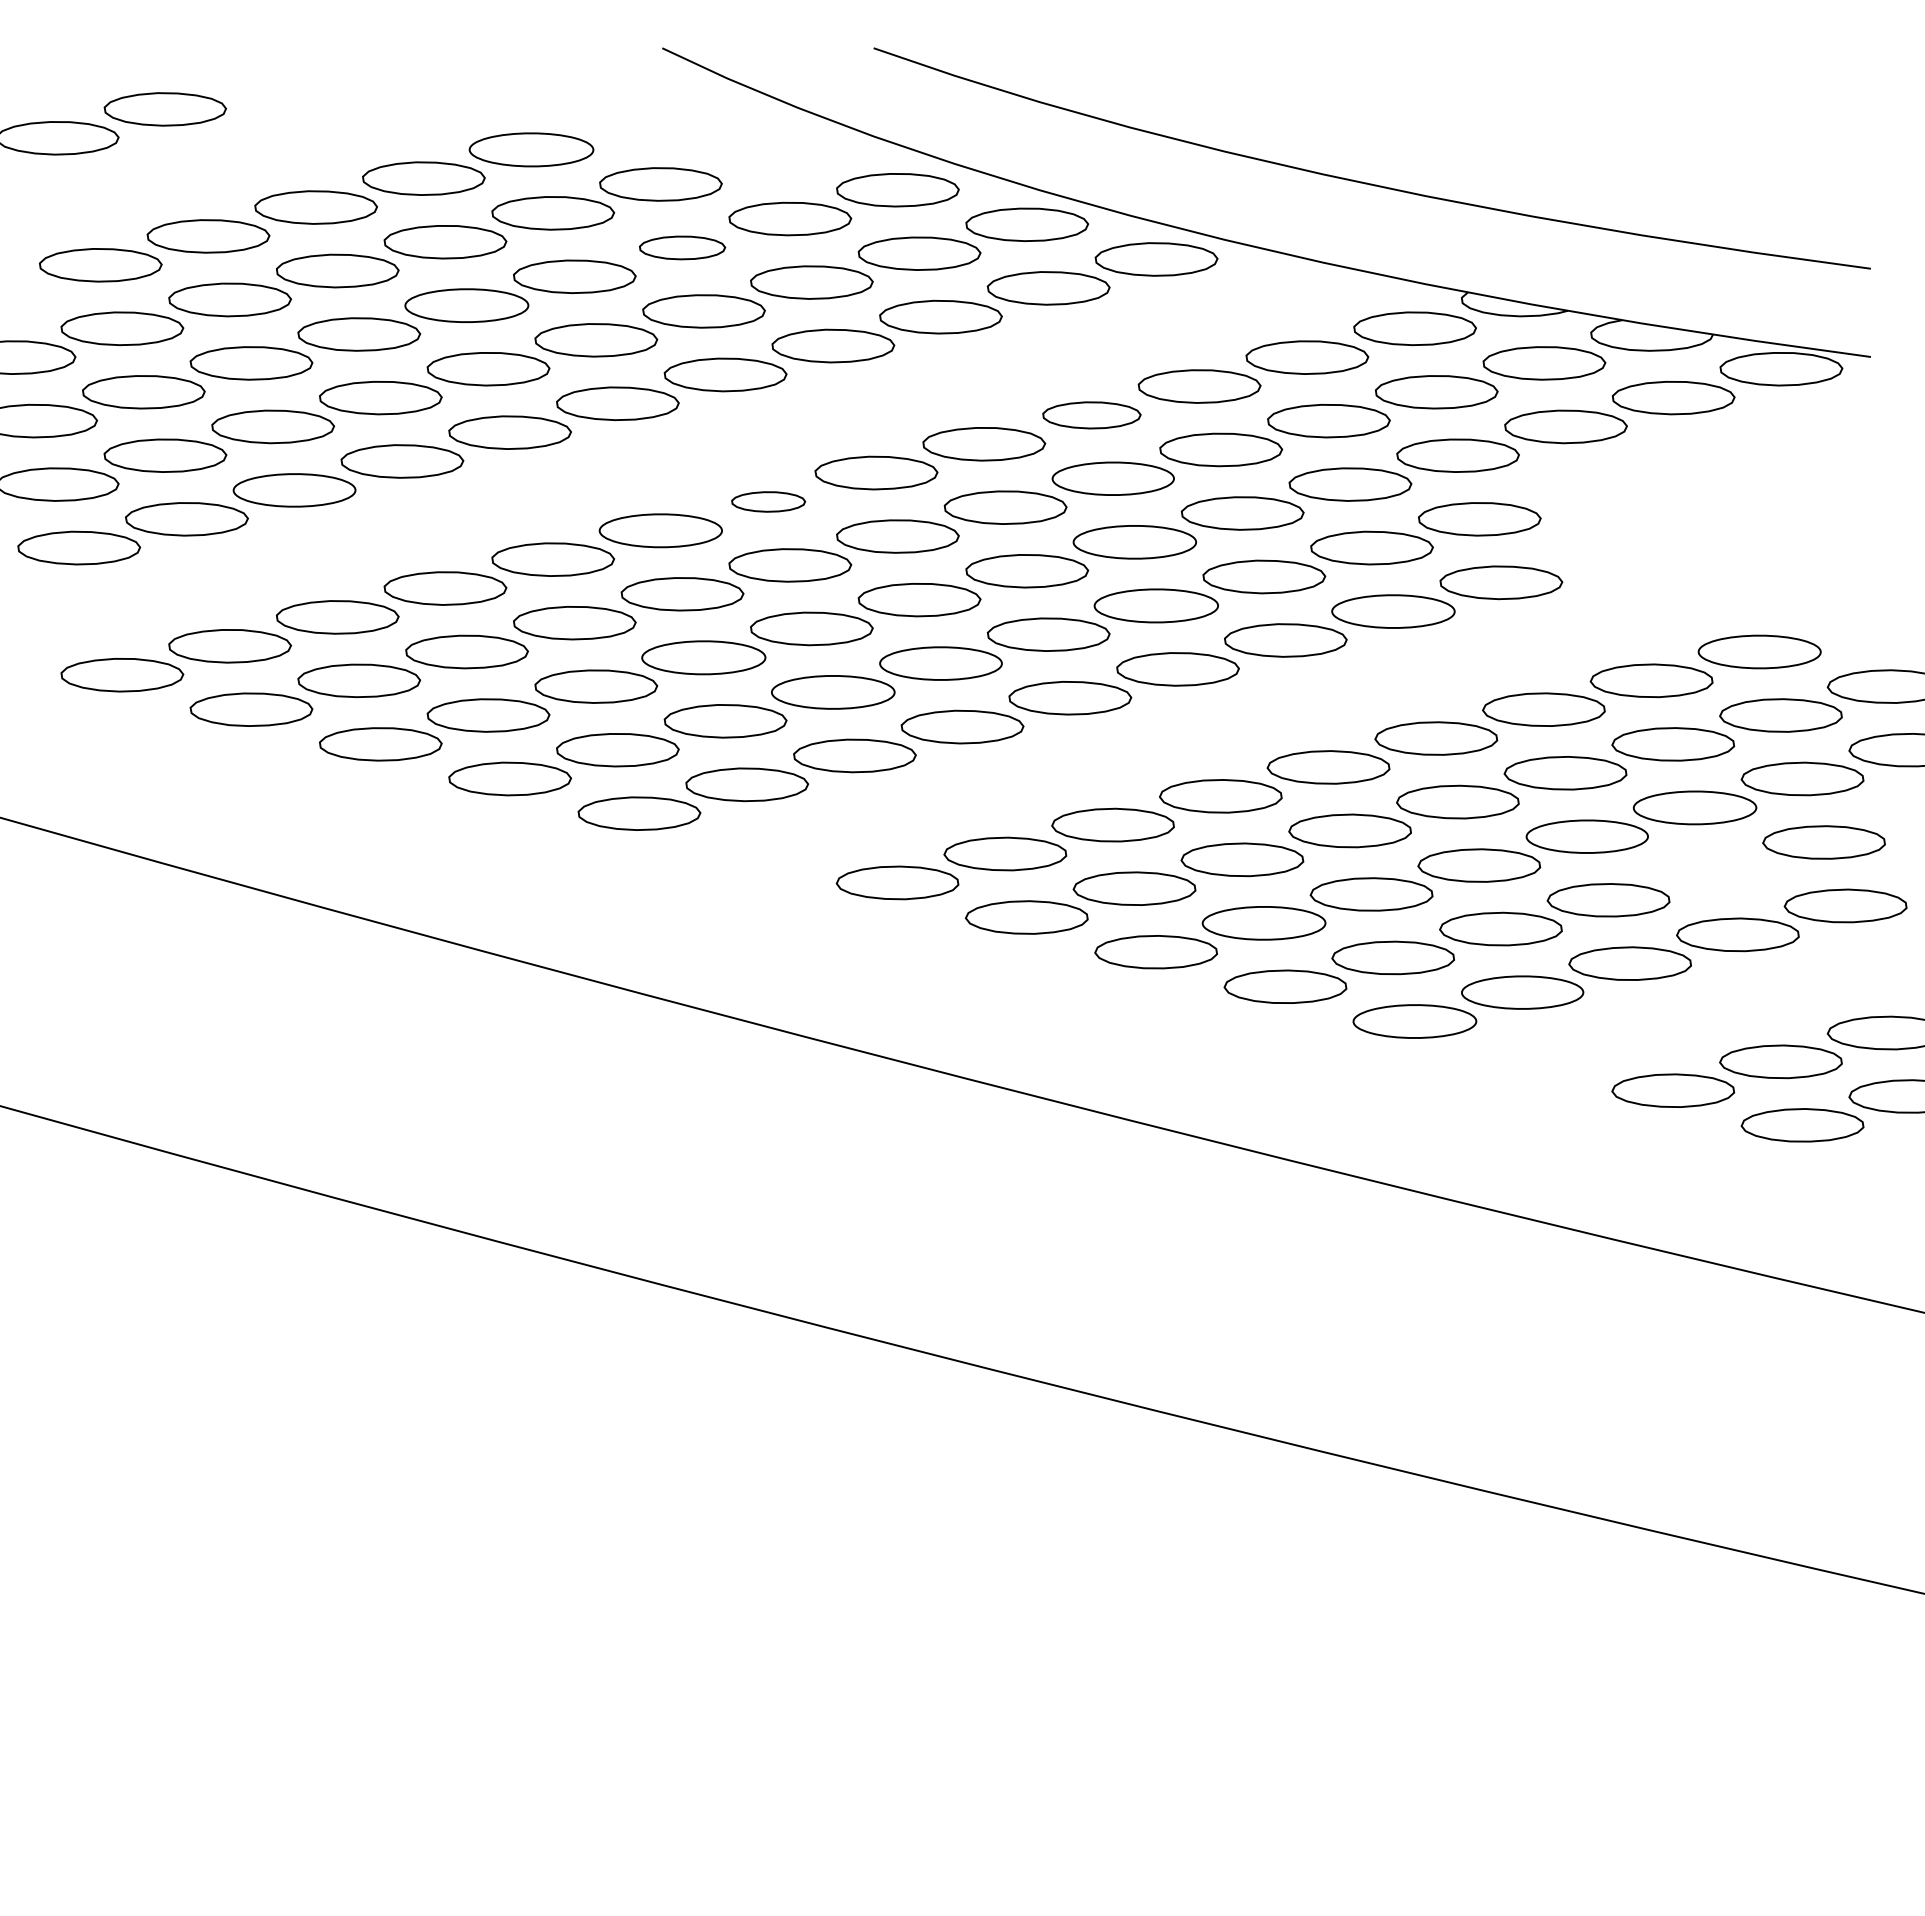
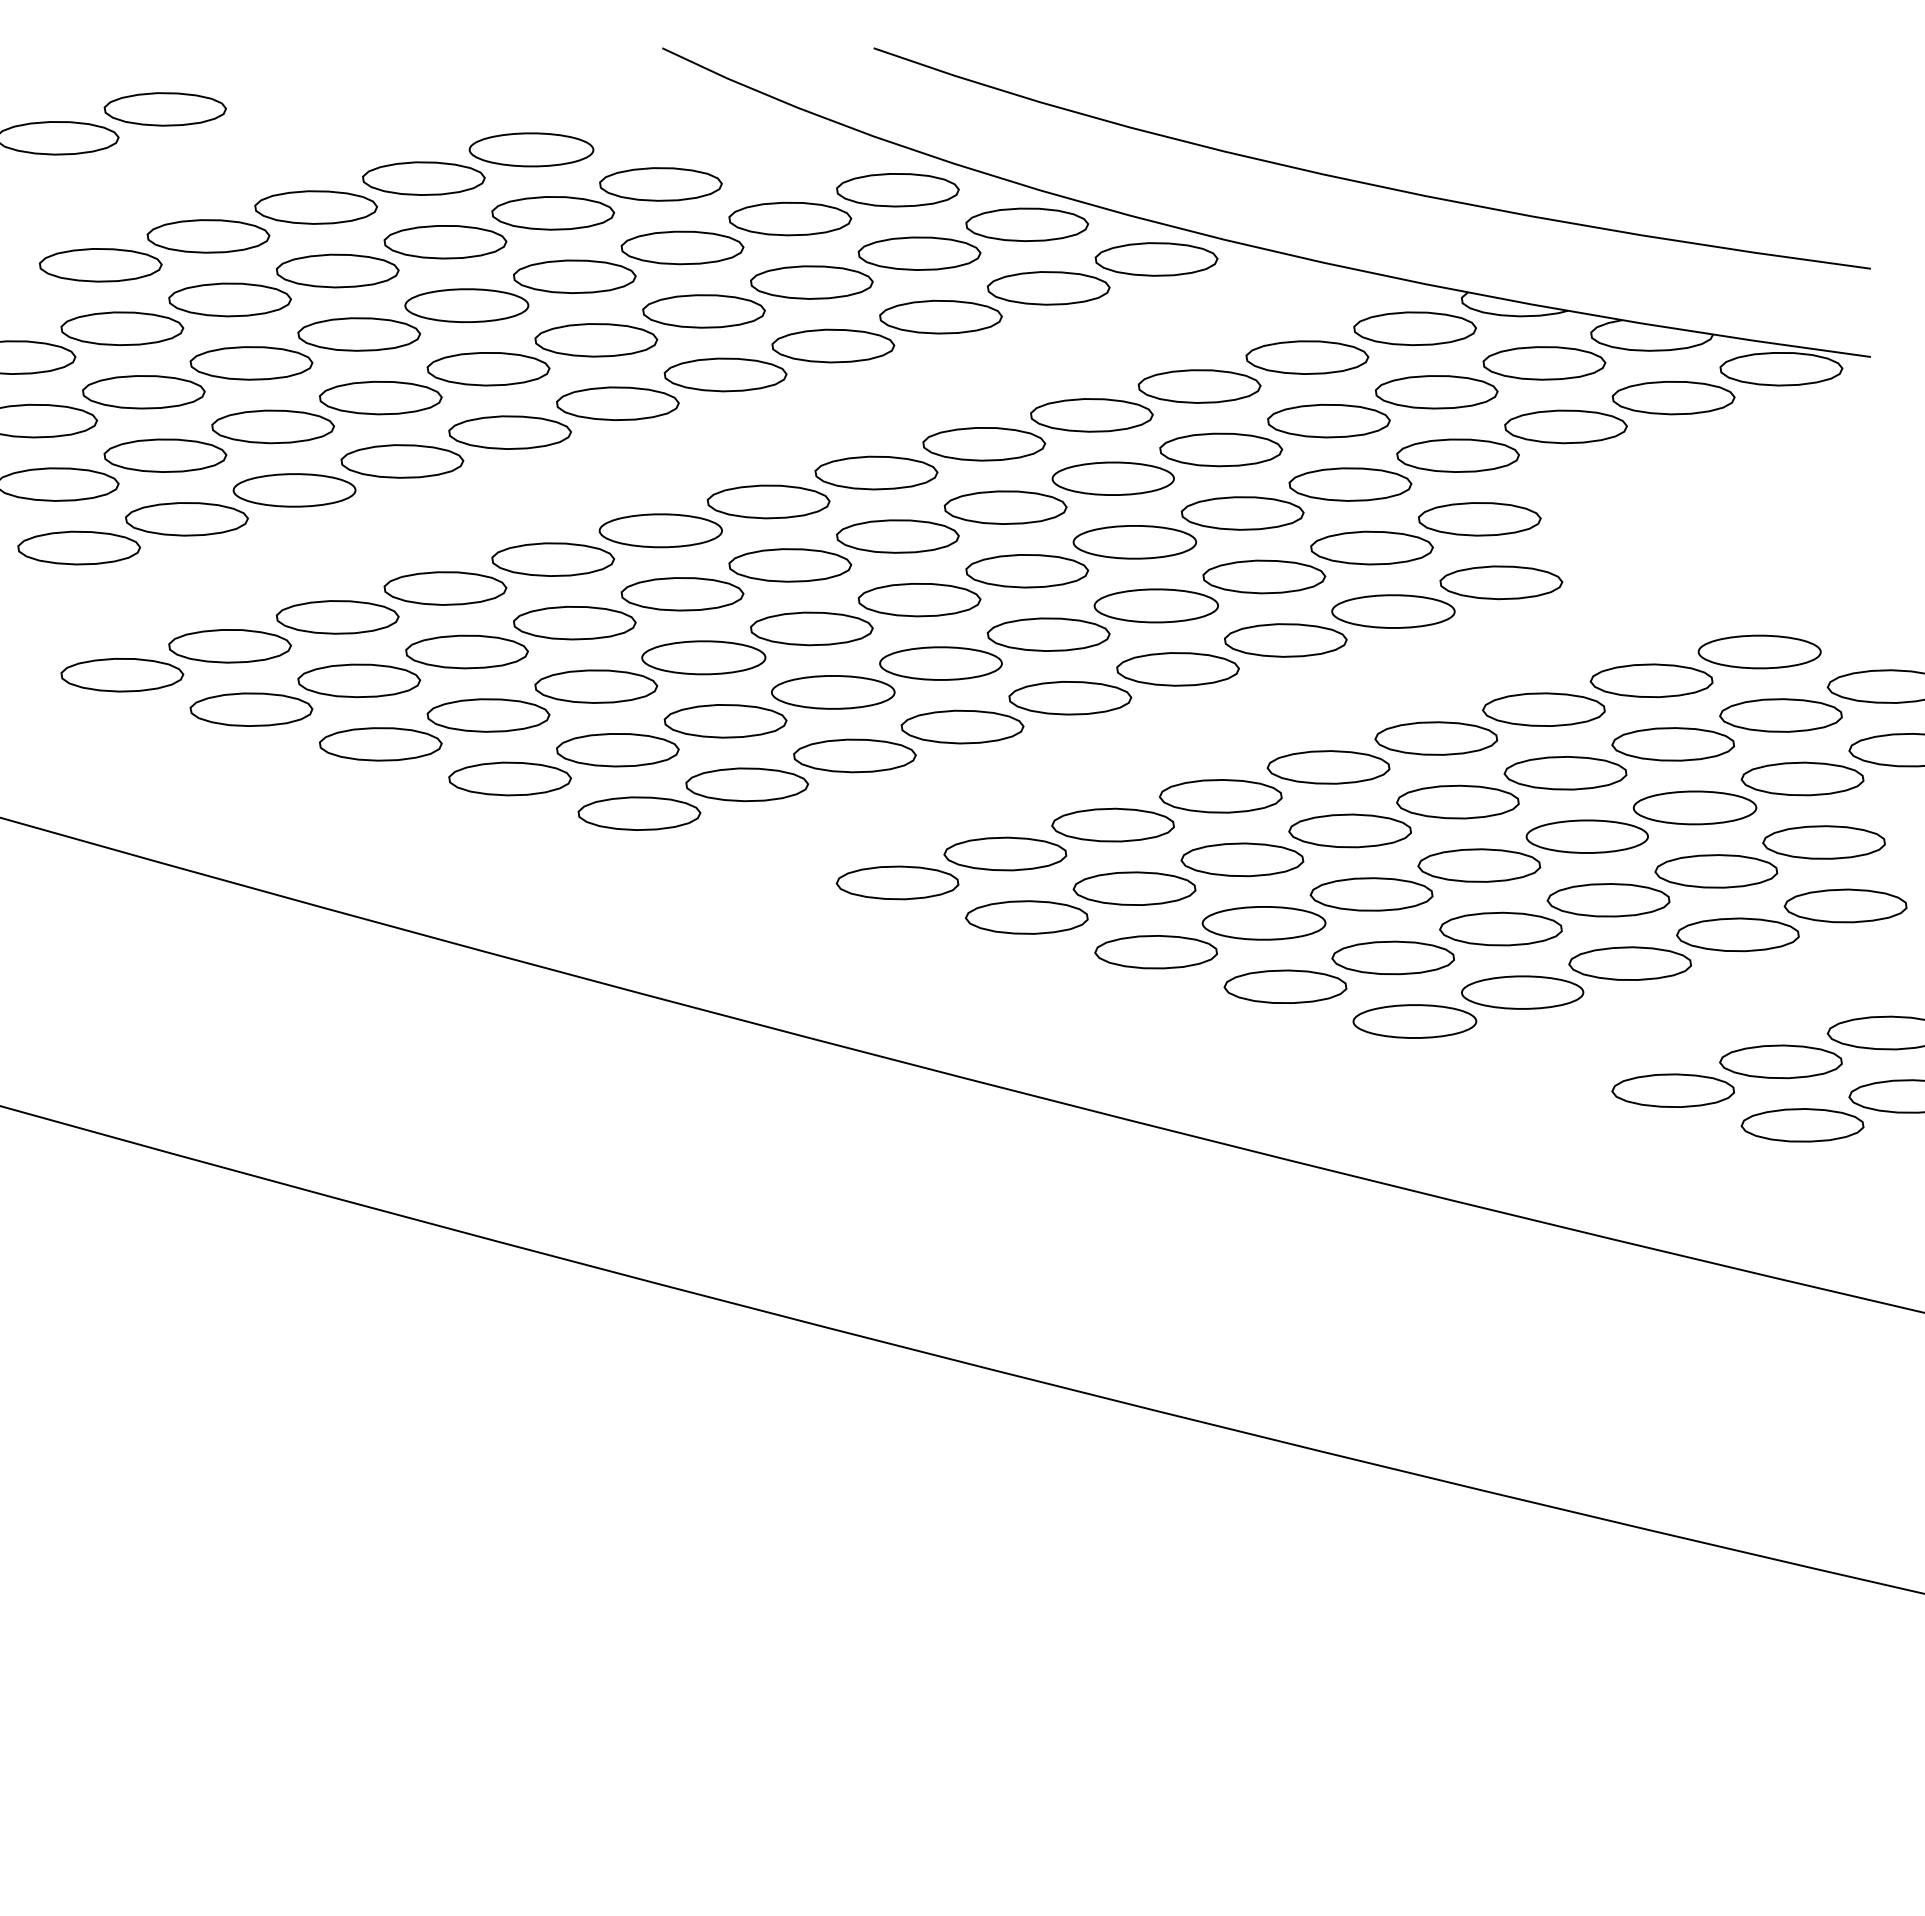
part at (682, 247) size: 88x26 px -> 125x36 px
part at (1091, 415) size: 100x29 px -> 124x35 px
part at (768, 501) size: 76x22 px -> 125x36 px
part at (1716, 871): none -> present
